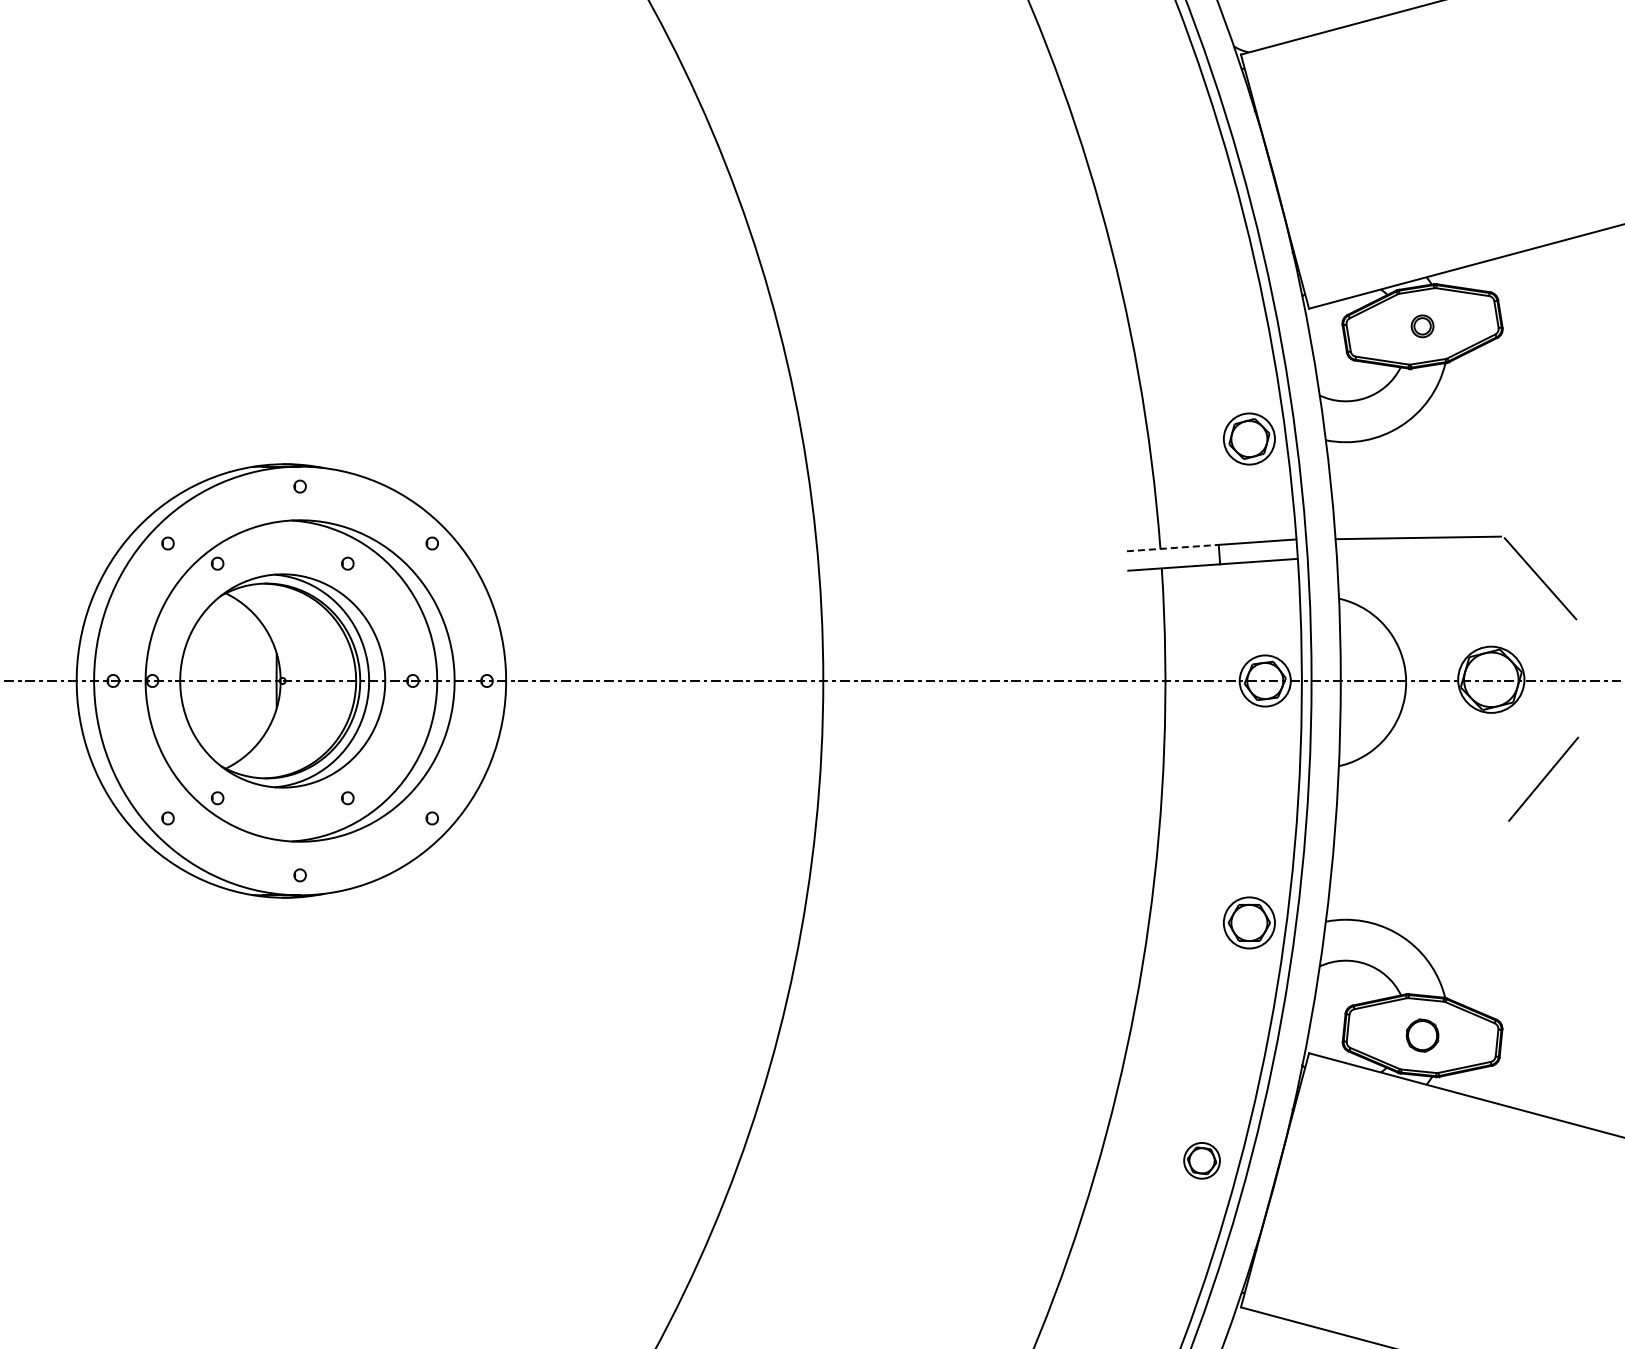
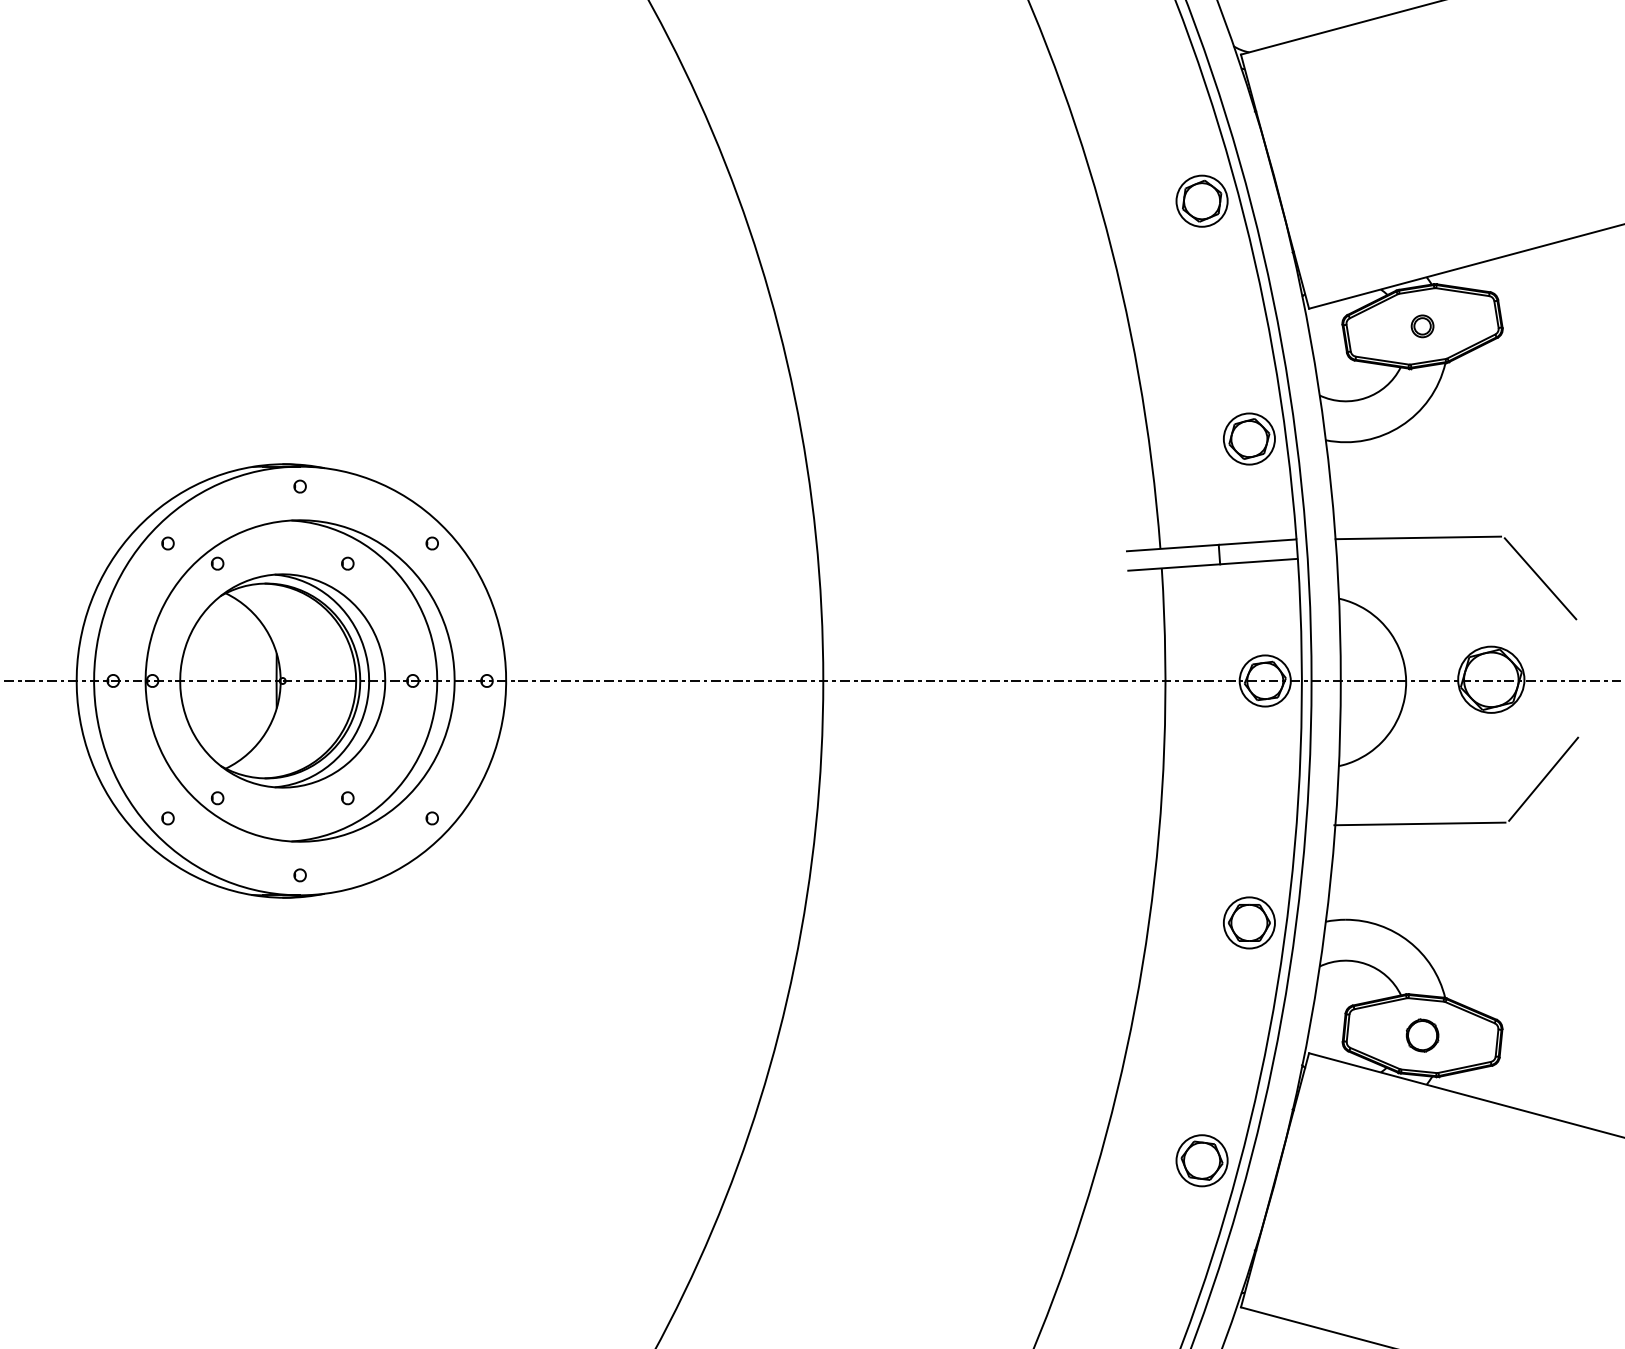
part at (1201, 200): none -> present
line at (1173, 548): dashed -> solid
line at (1419, 823): none -> present
part at (1201, 1160) size: 38x38 px -> 54x54 px
